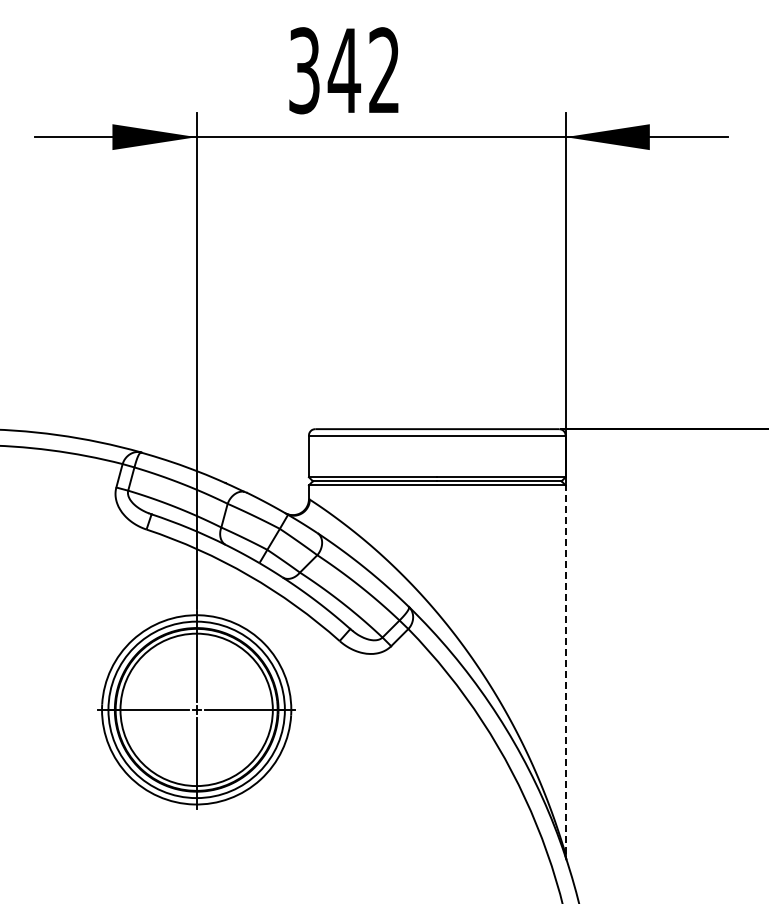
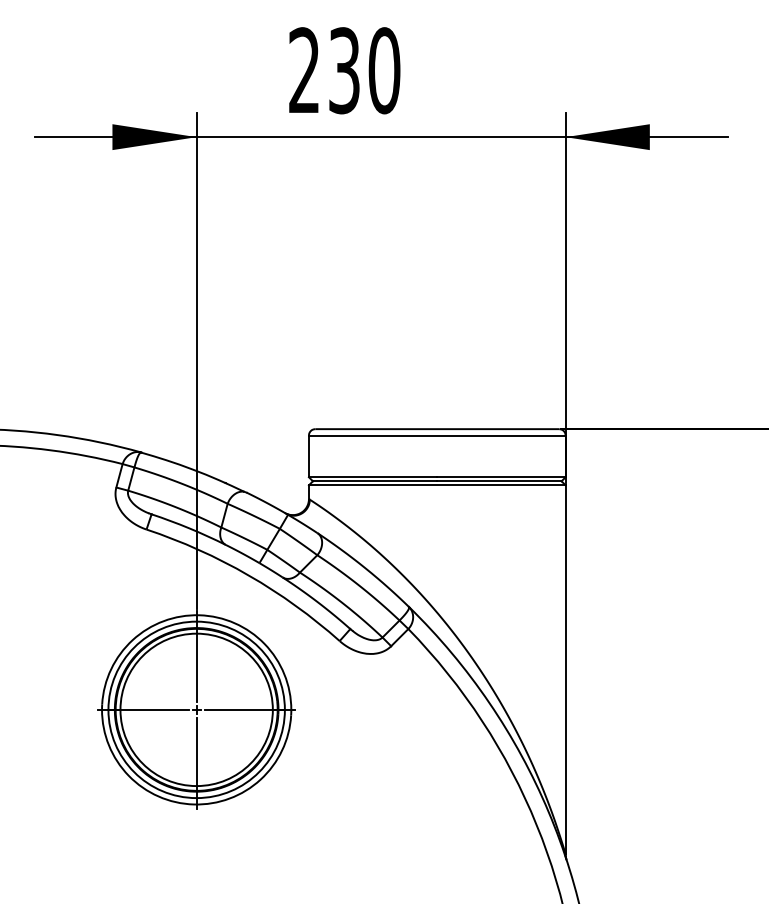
text at (344, 70): 342 -> 230
line at (565, 669): dashed -> solid
